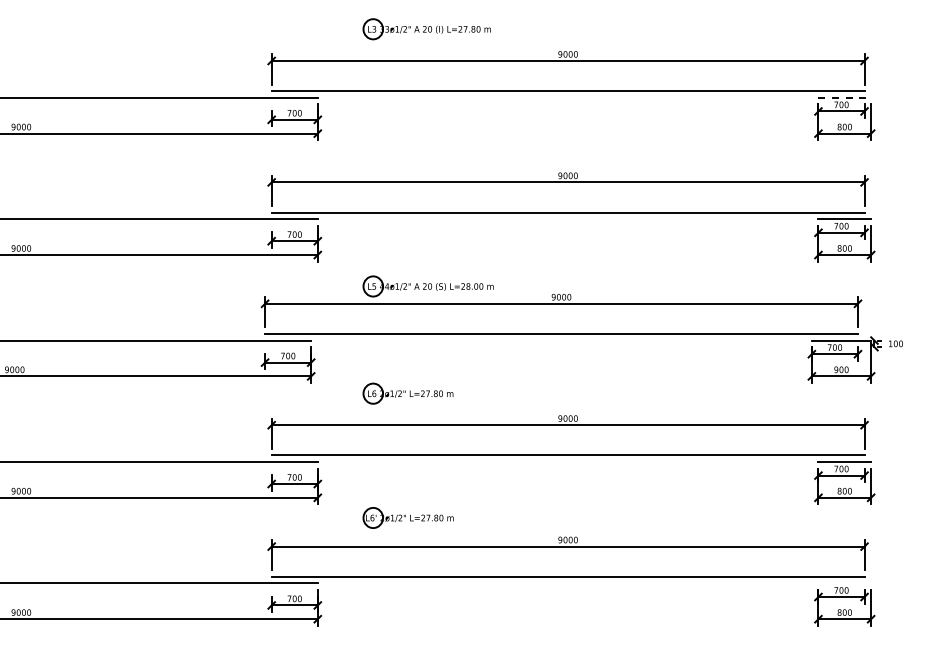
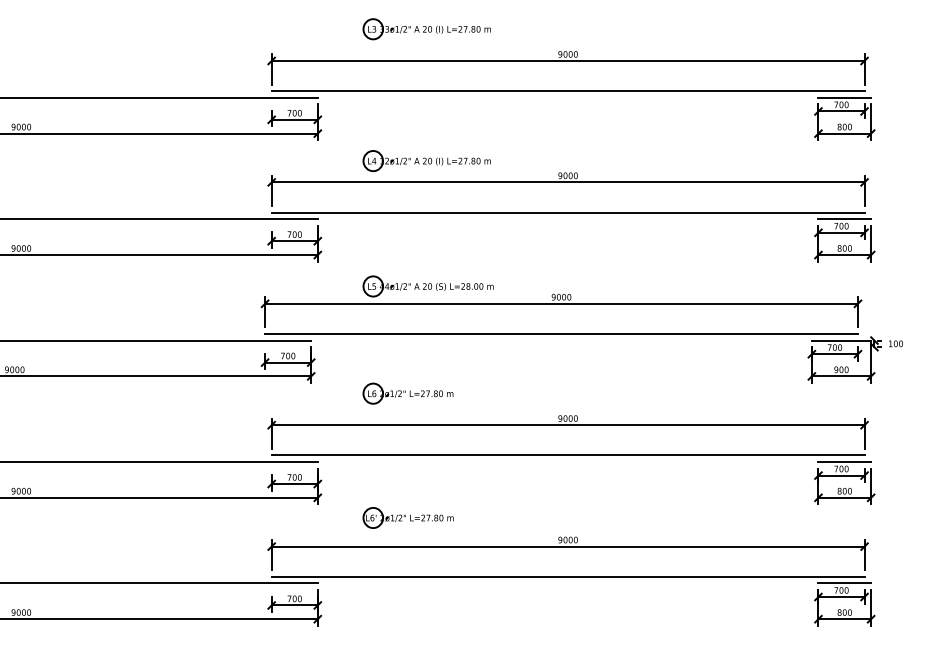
line at (845, 97): dashed -> solid
part at (426, 161): none -> present
line at (844, 583): none -> present
